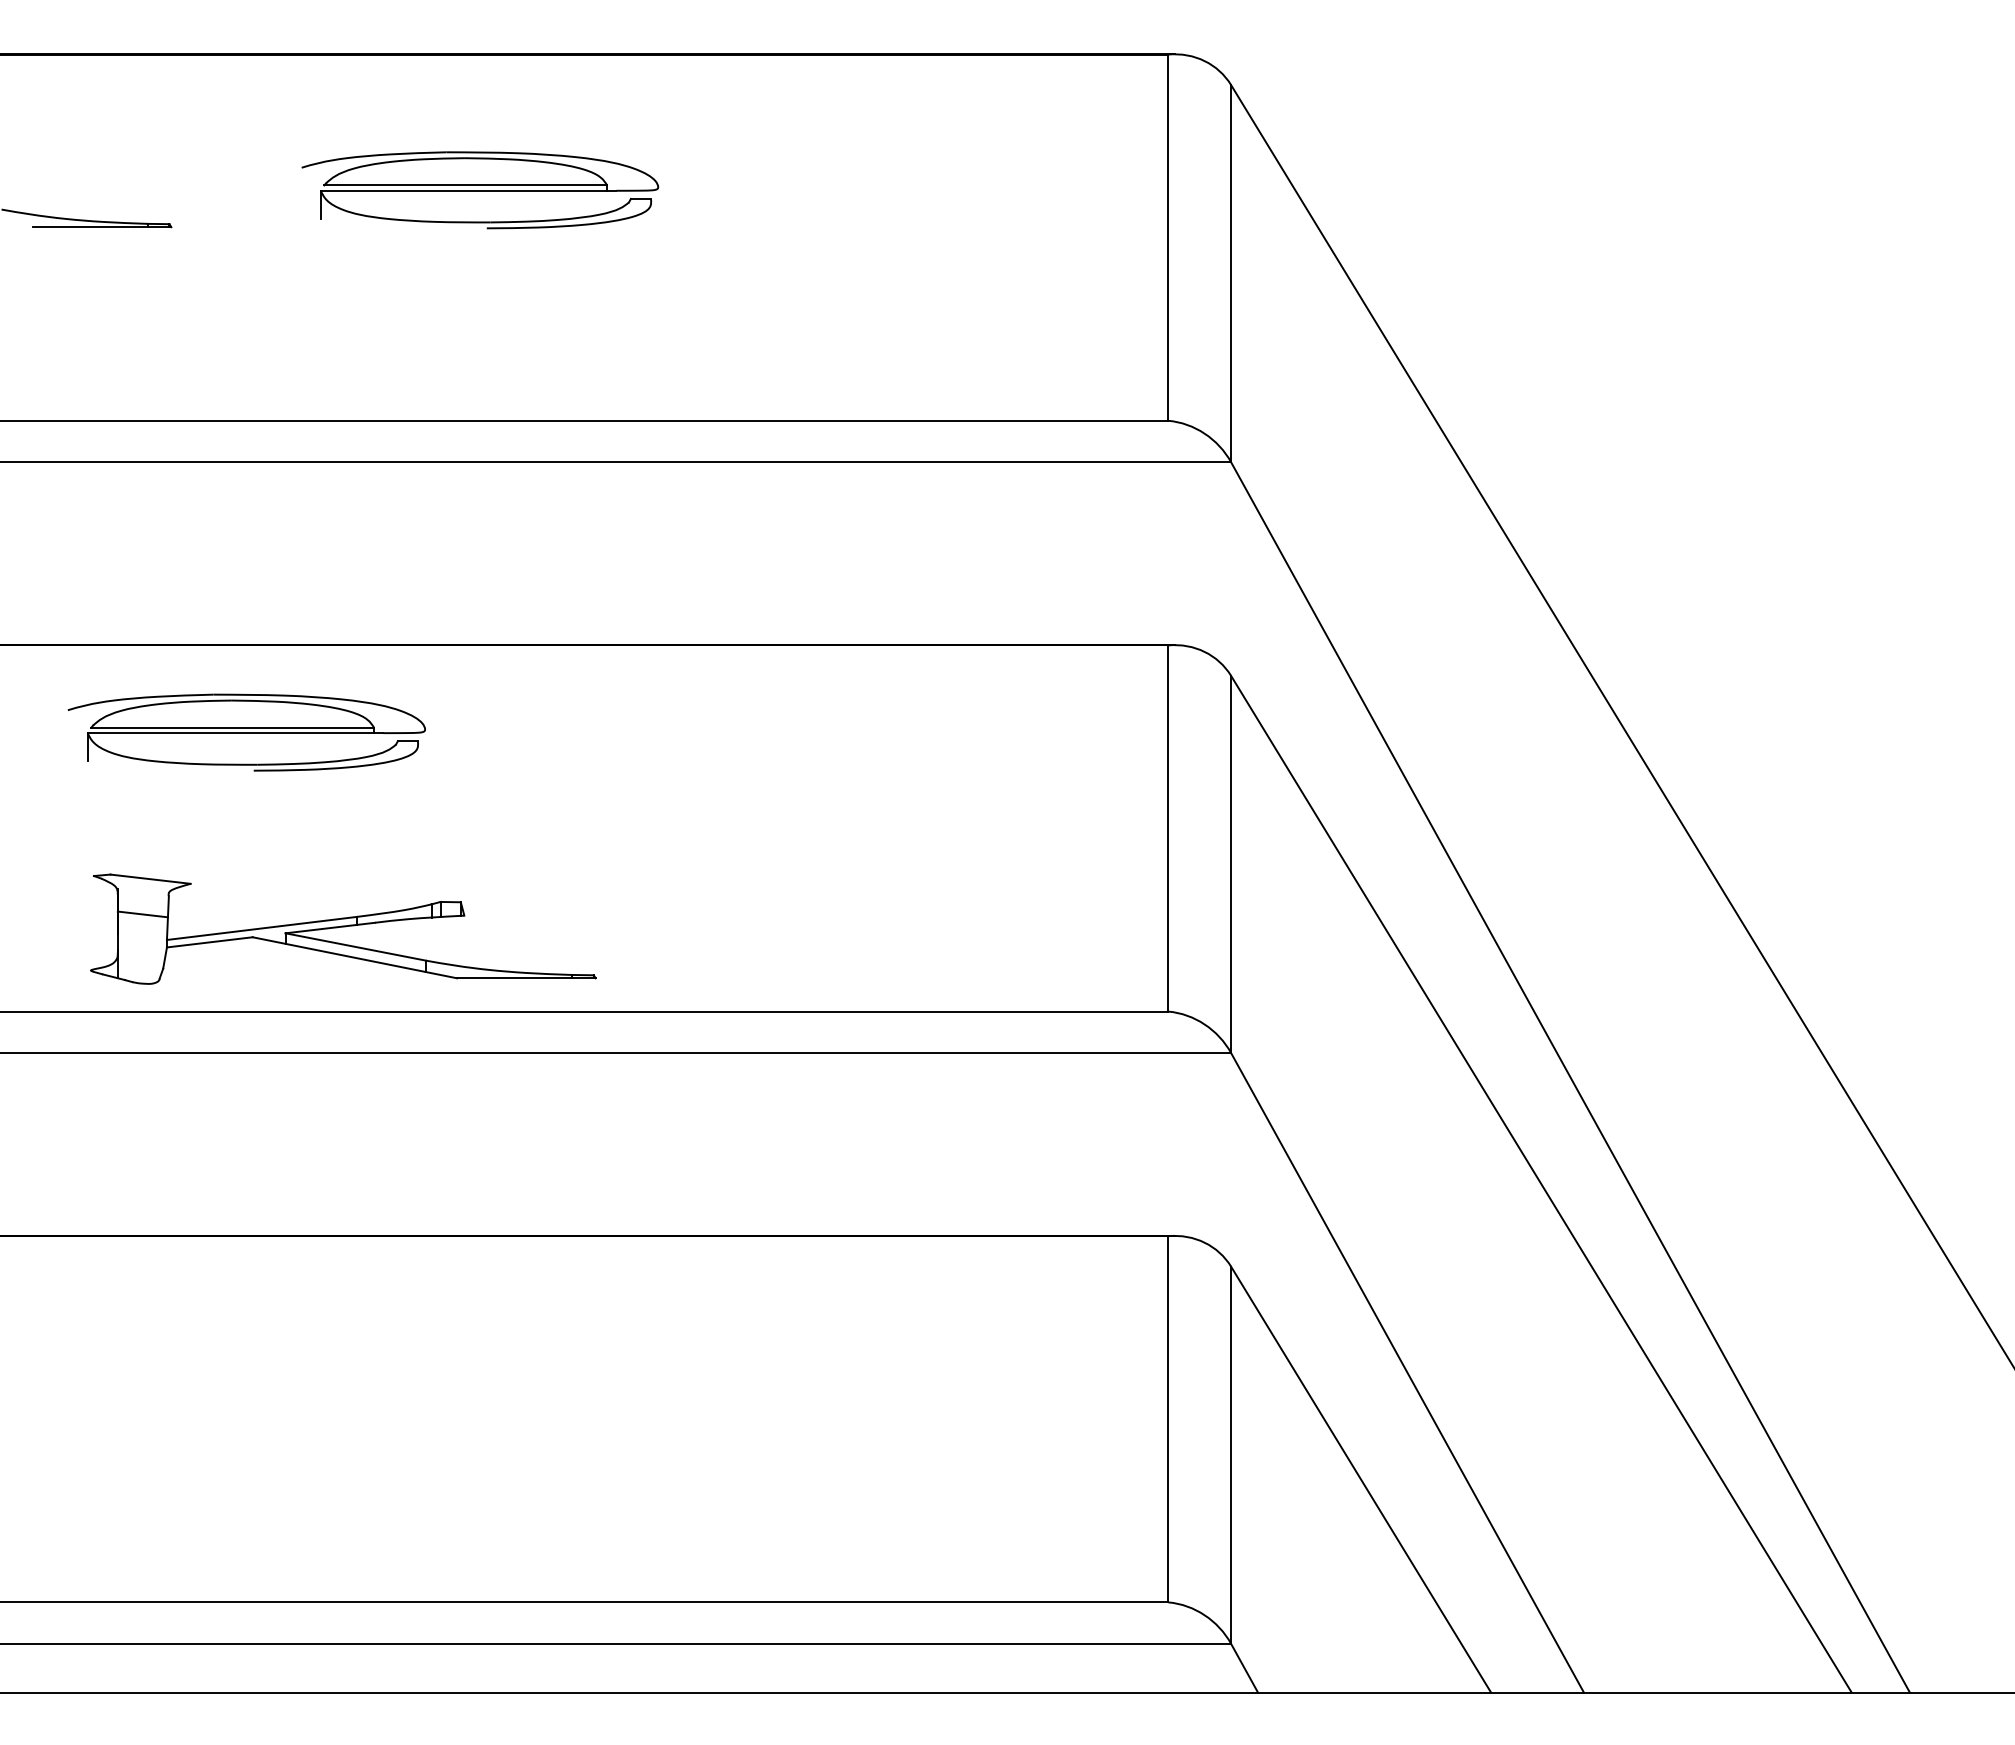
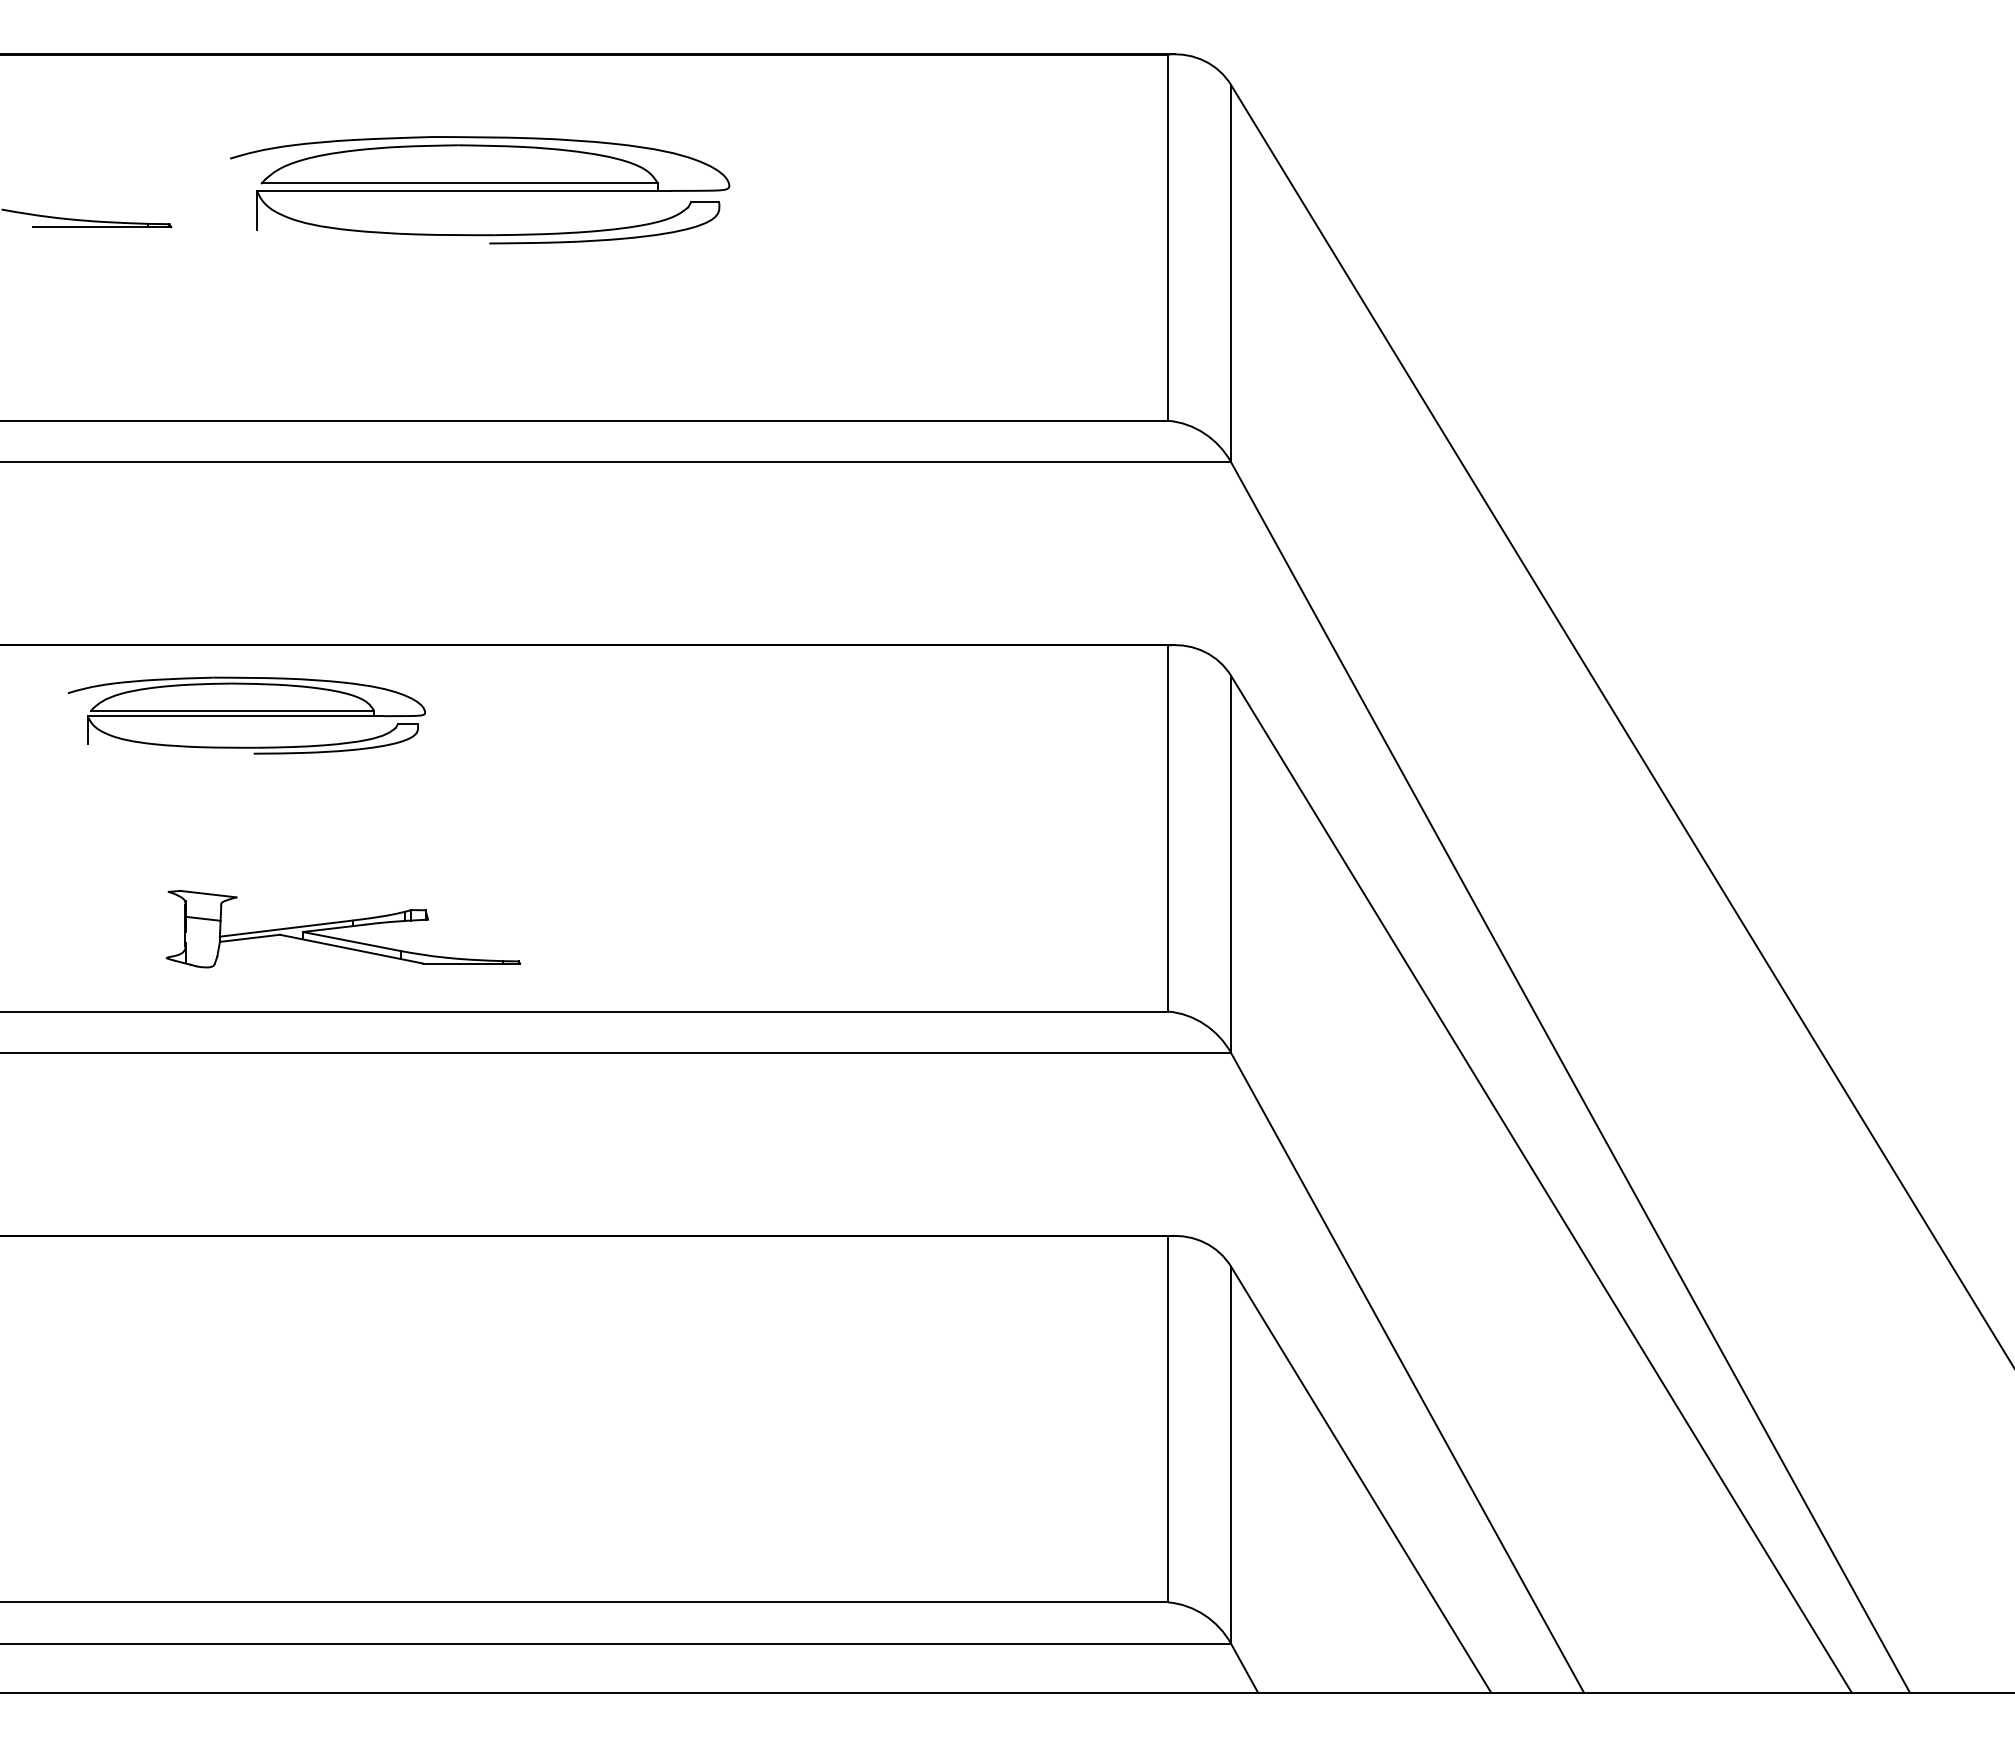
part at (480, 190) size: 359x79 px -> 501x109 px
part at (246, 732) position: (246, 732) -> (246, 715)
part at (343, 928) size: 507x112 px -> 357x79 px
